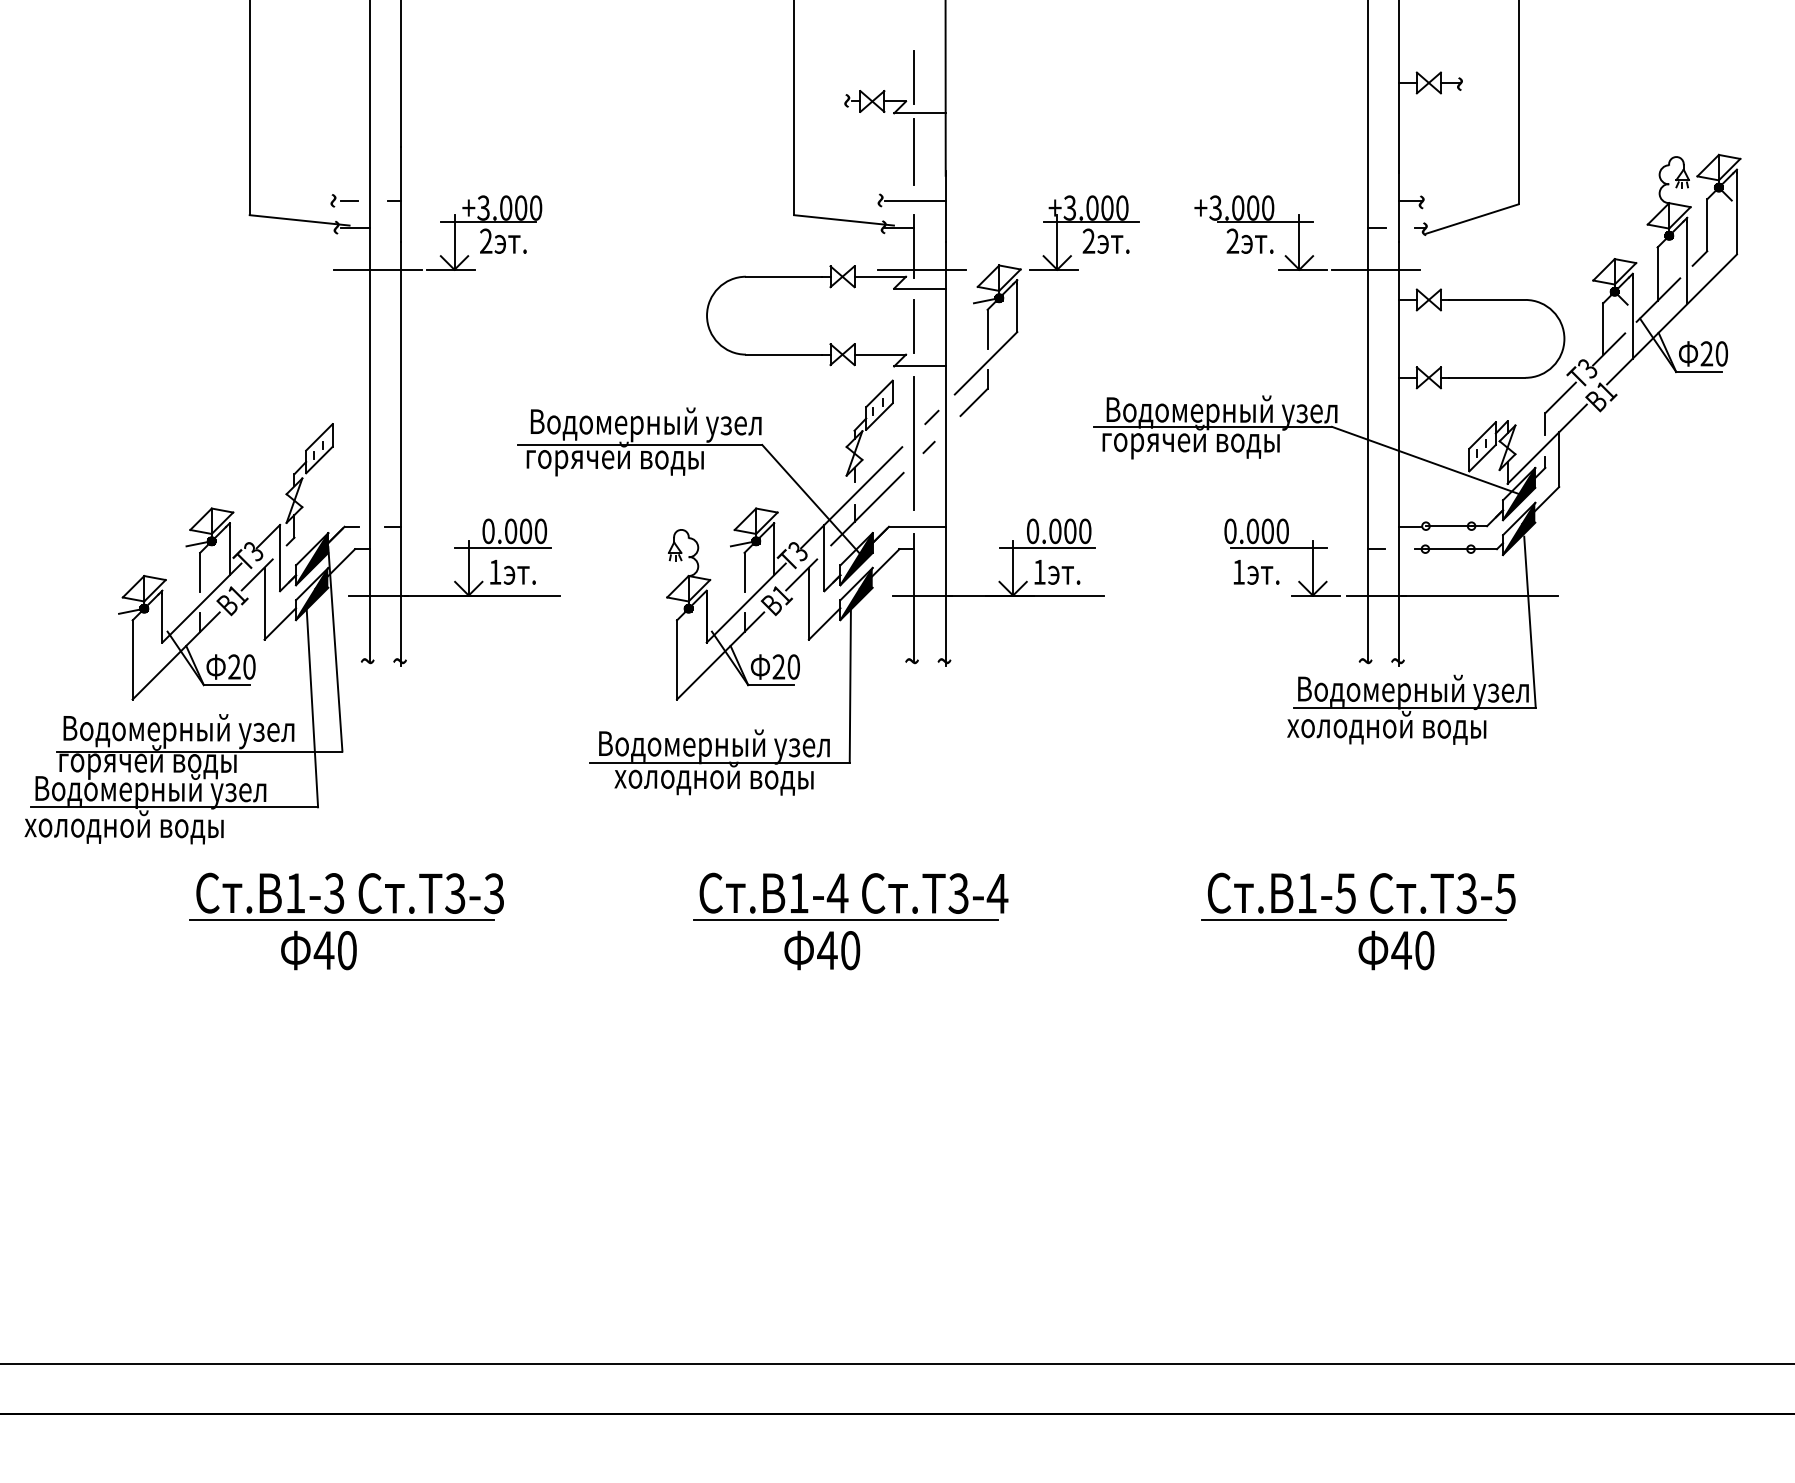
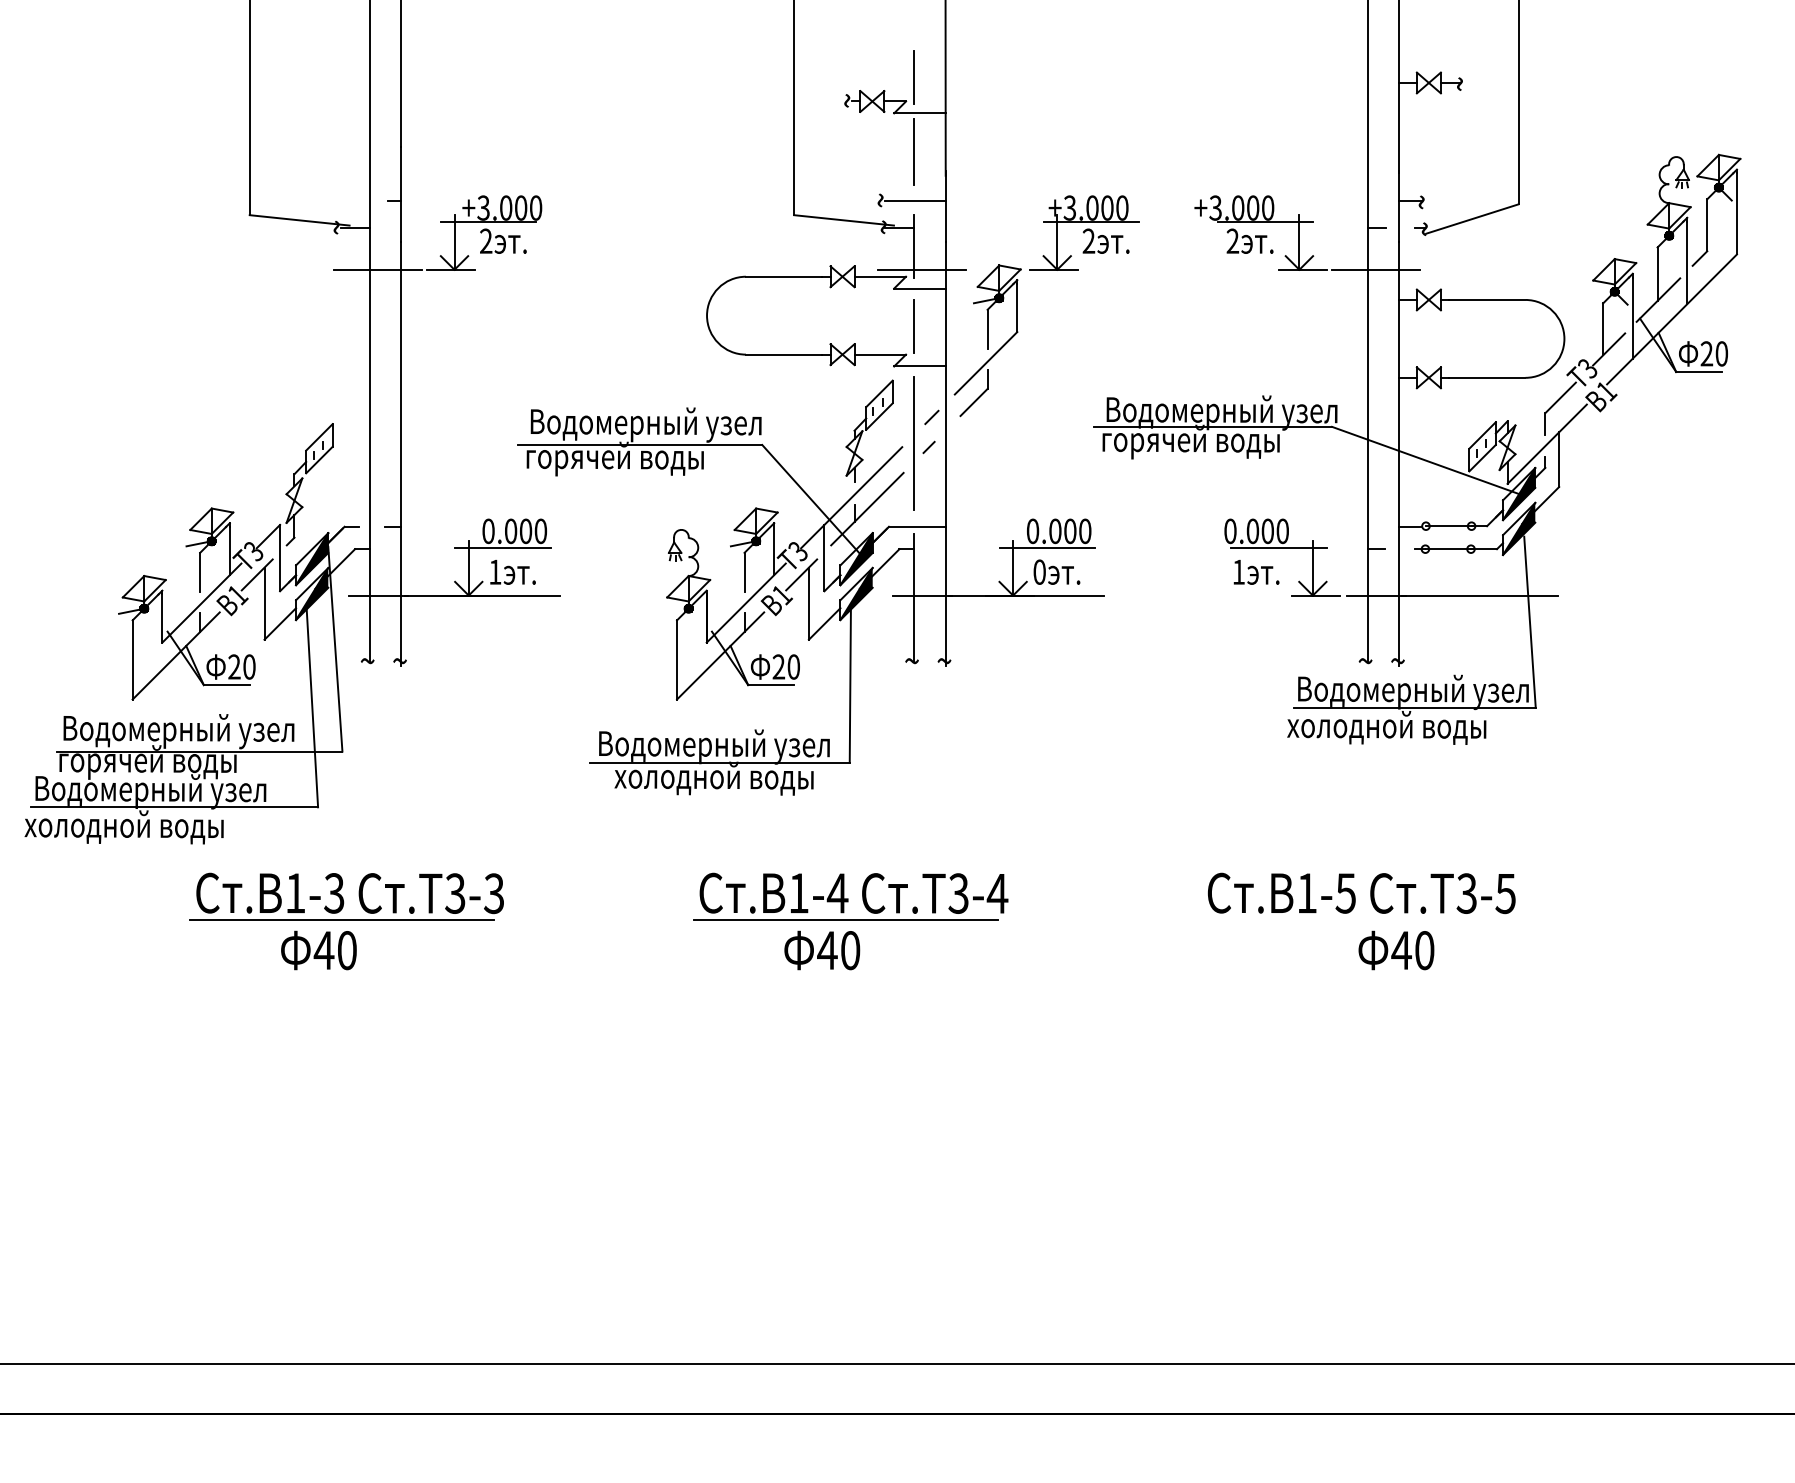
part at (344, 200): present -> none
text at (1039, 571): 1 -> 0
line at (1353, 920): present -> none
